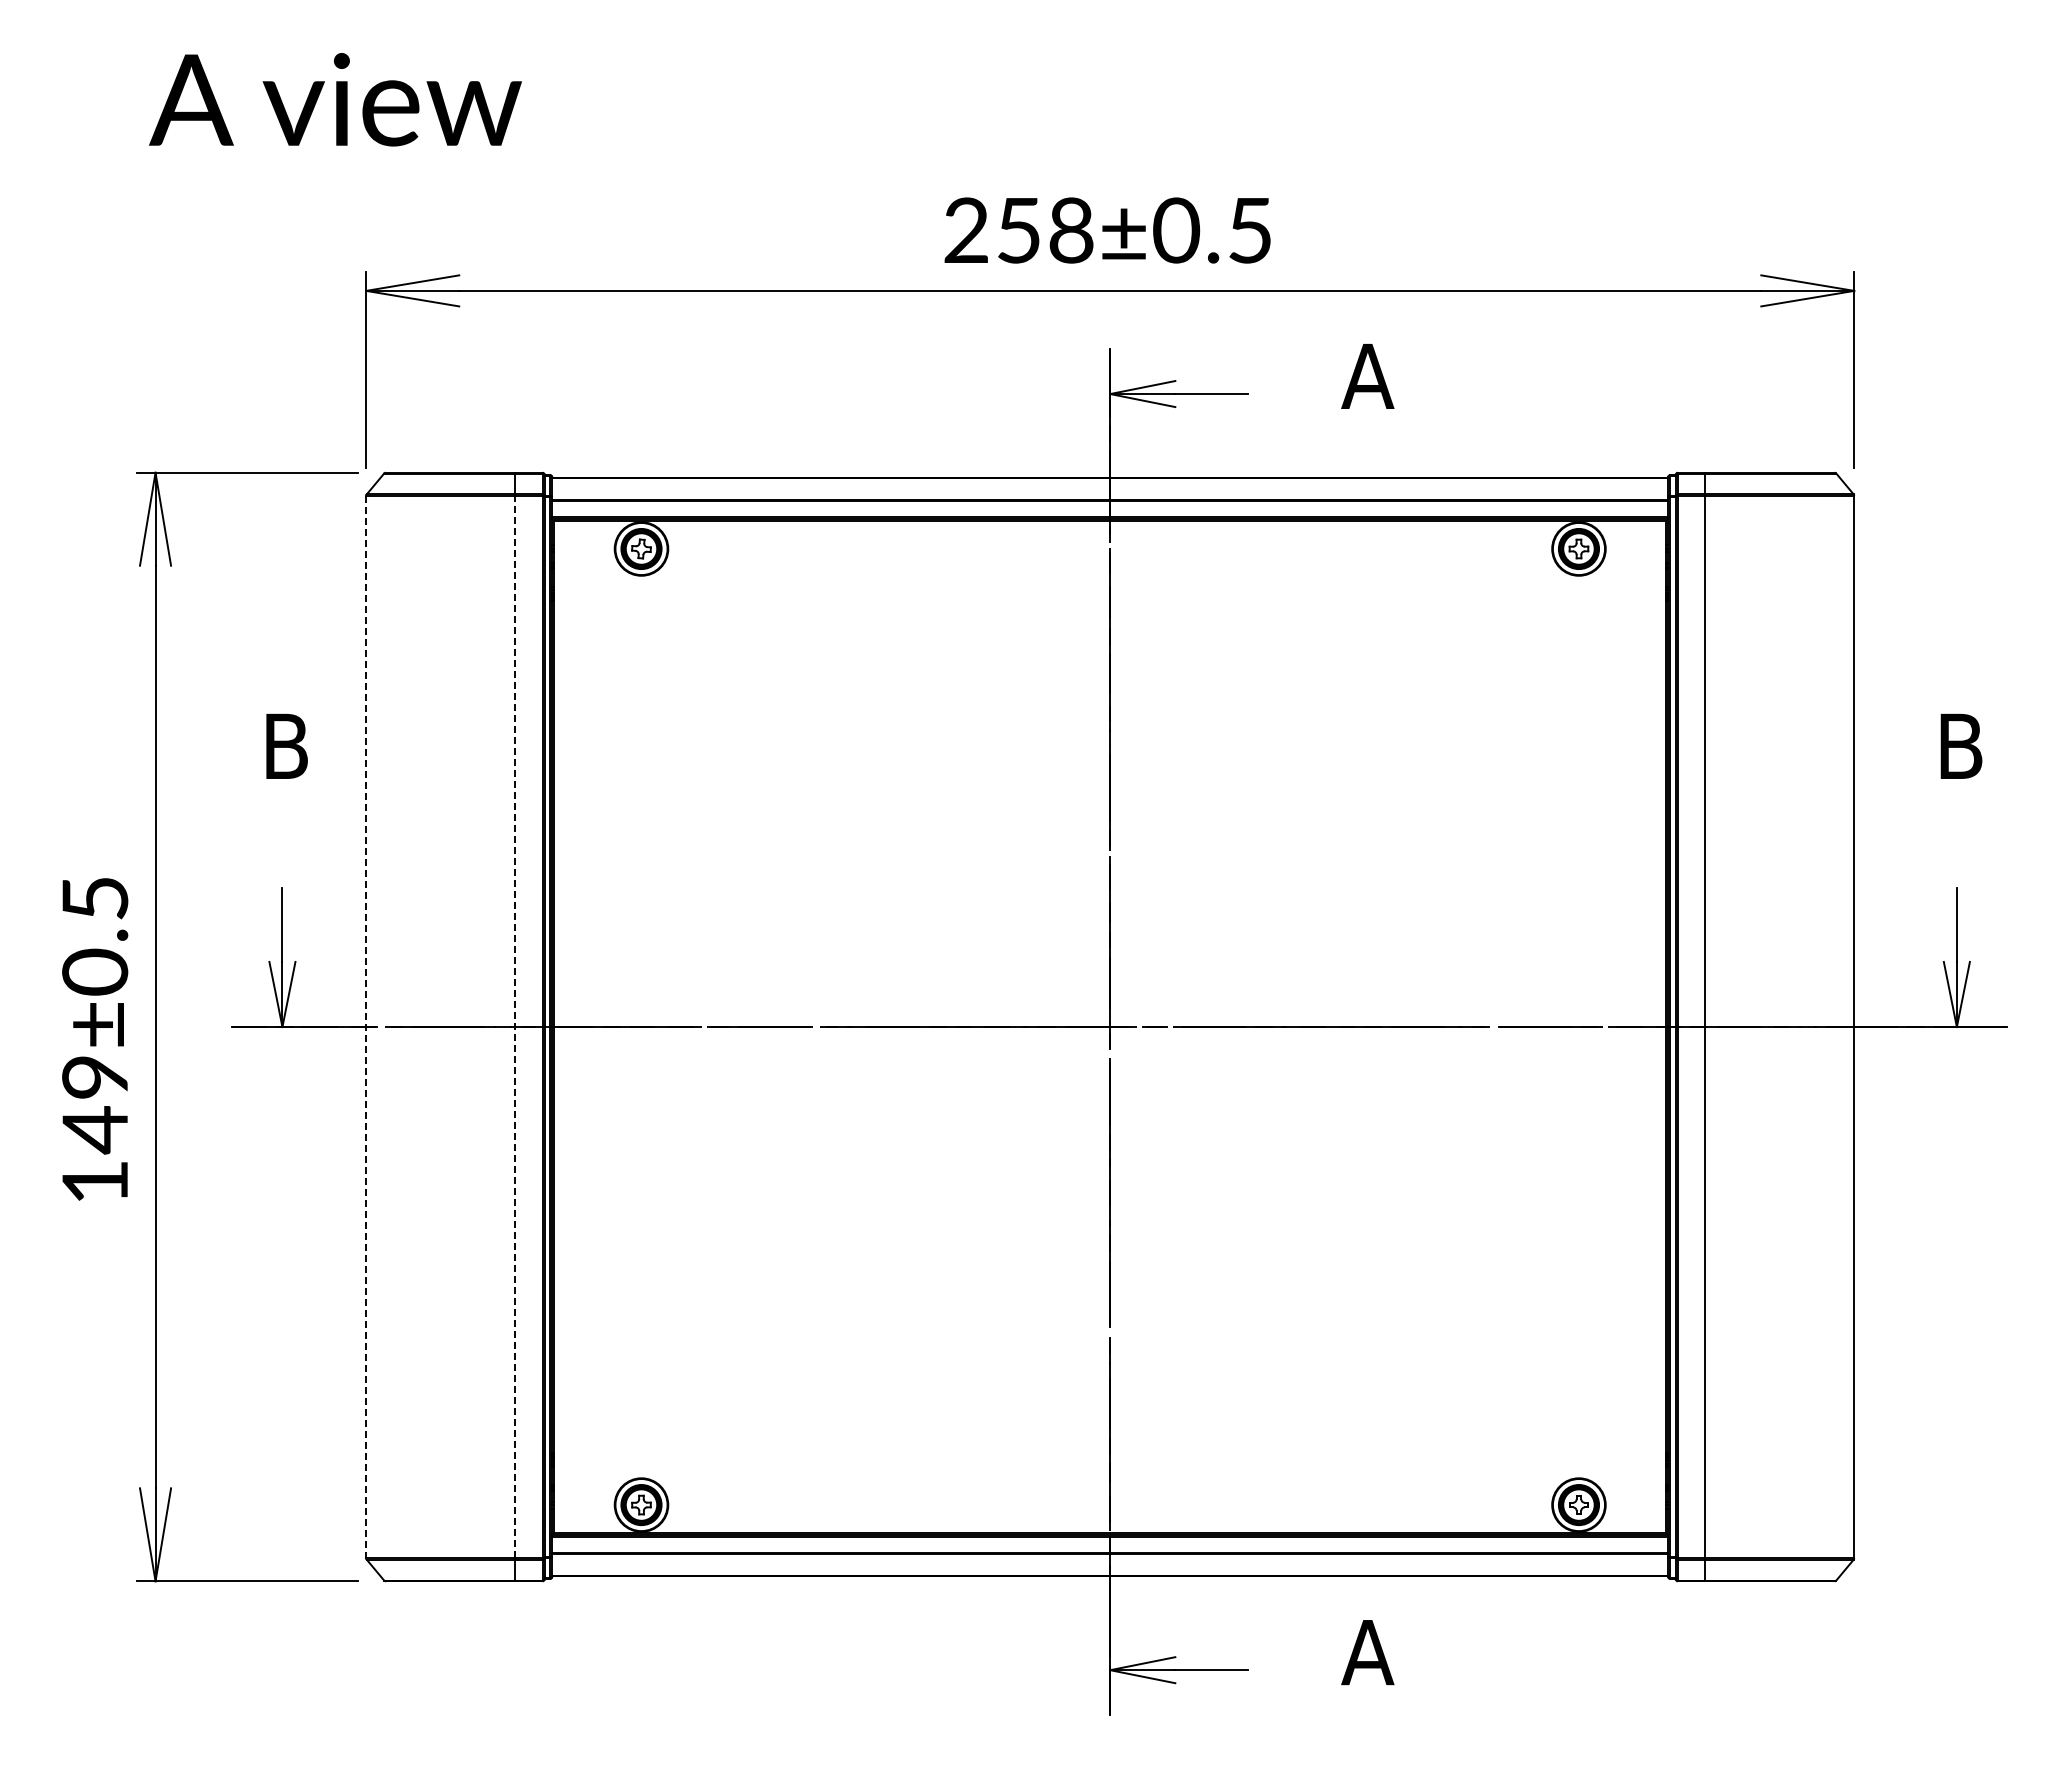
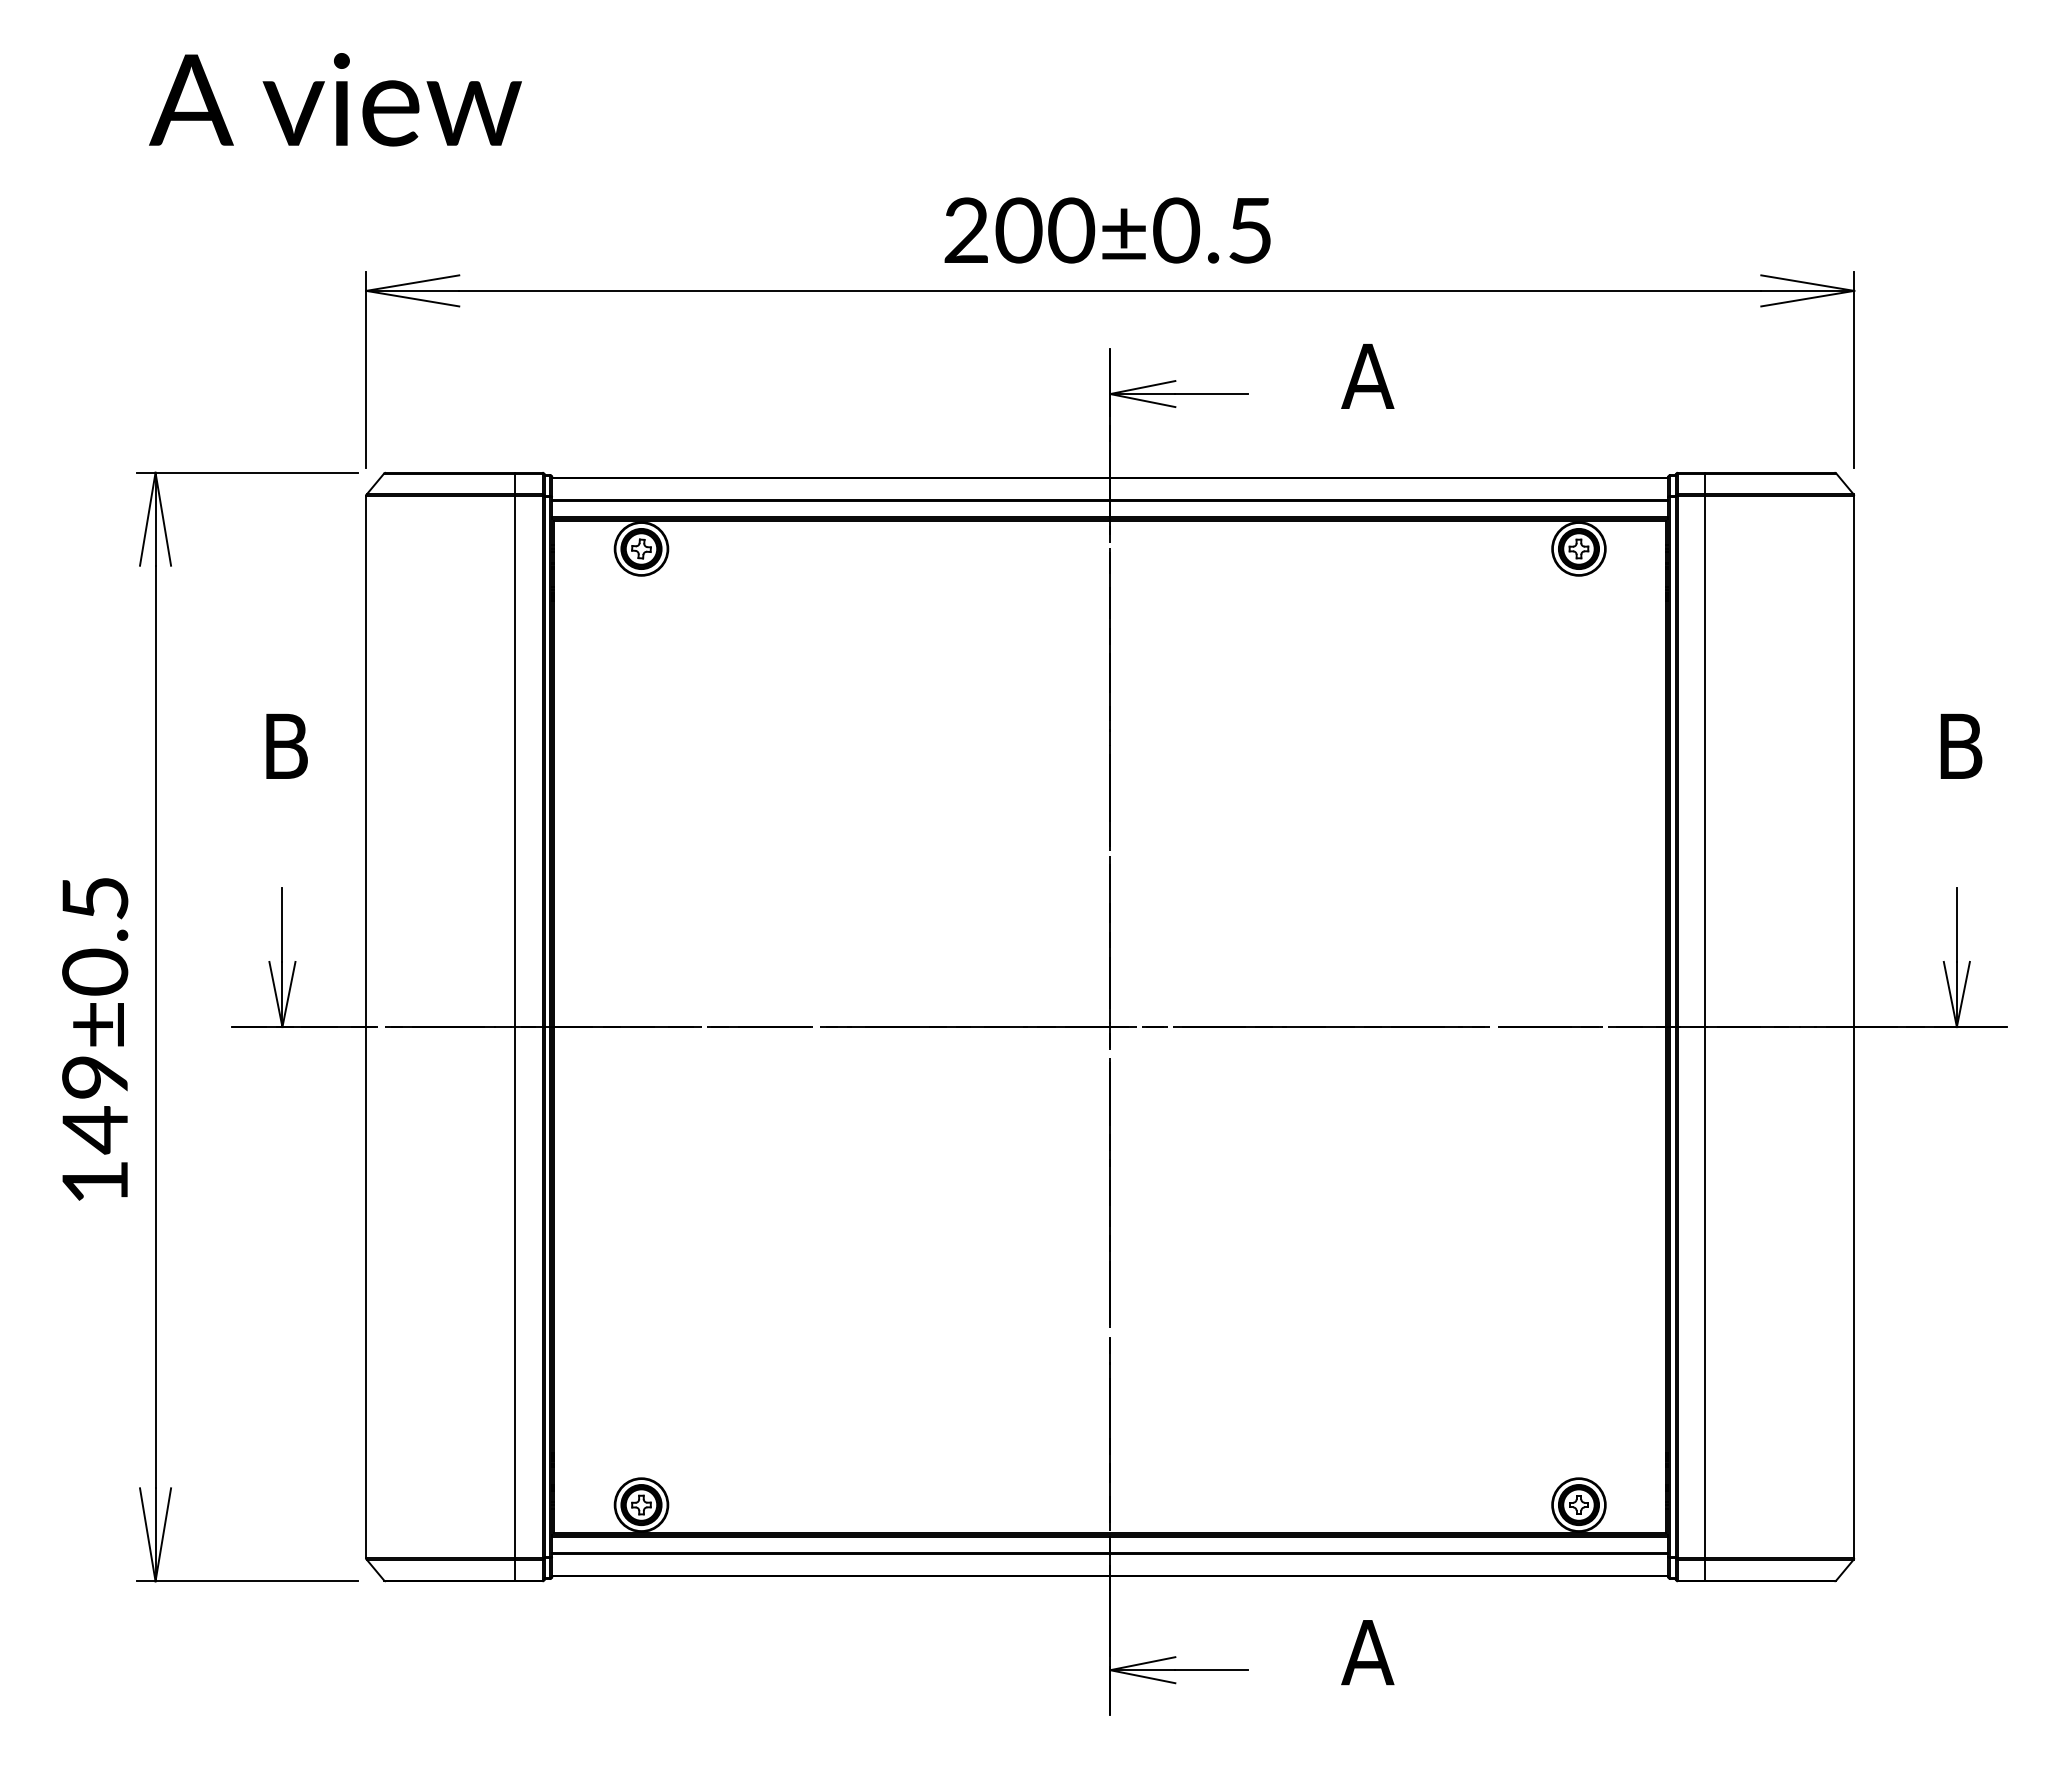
text at (1045, 230): 258±0.5 -> 200±0.5
line at (515, 1026): dashed -> solid
line at (366, 1027): dashed -> solid
